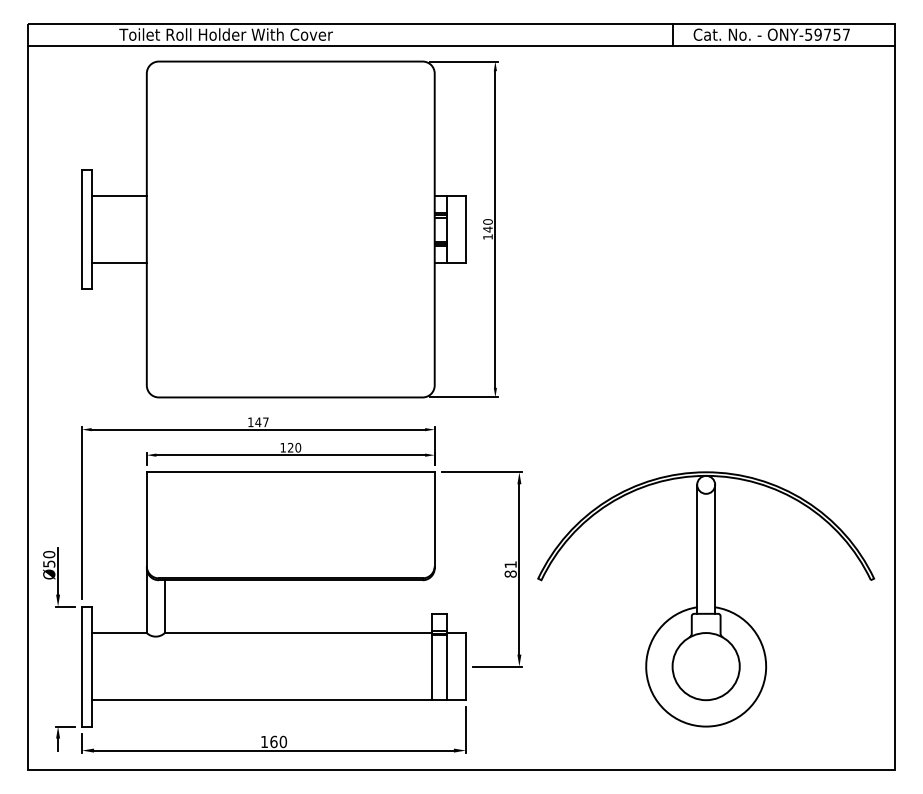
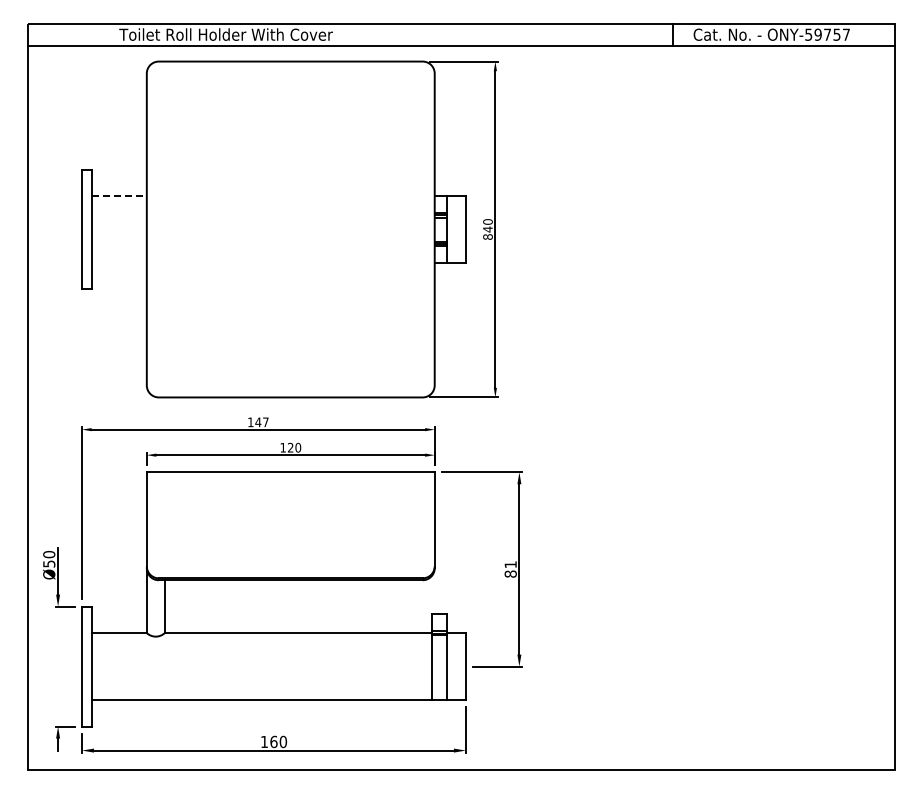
line at (119, 195): solid -> dashed
text at (487, 236): 140 -> 840
line at (118, 263): present -> none
part at (706, 599): present -> none
